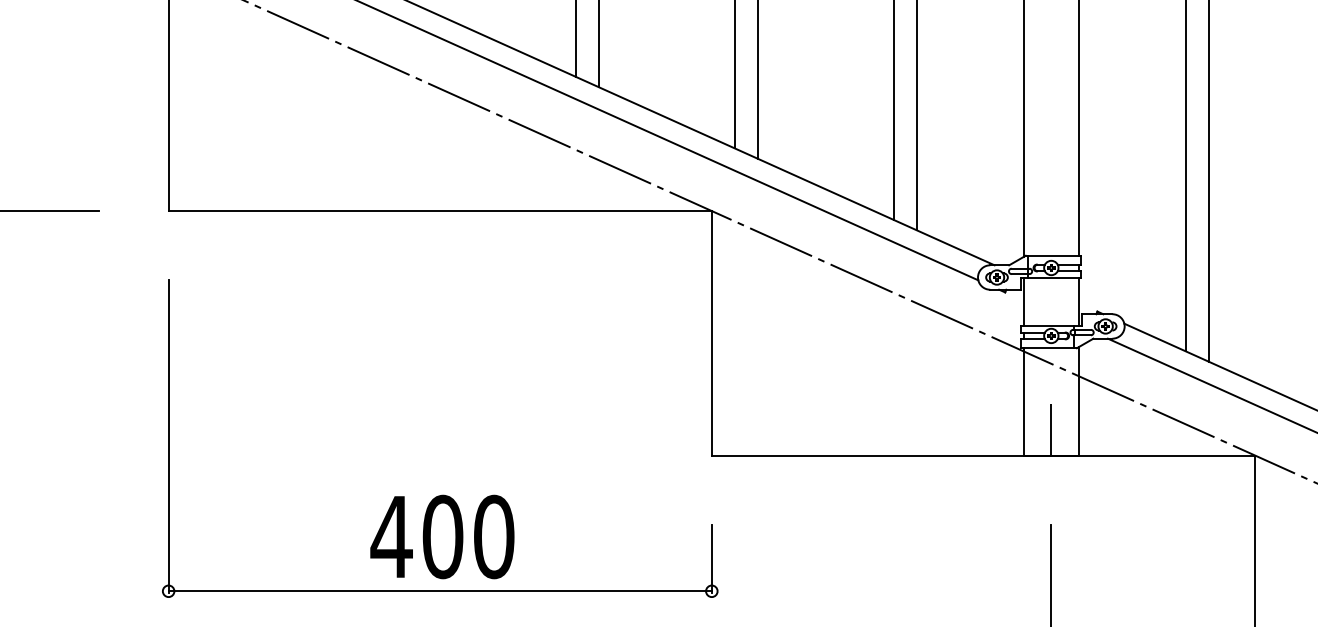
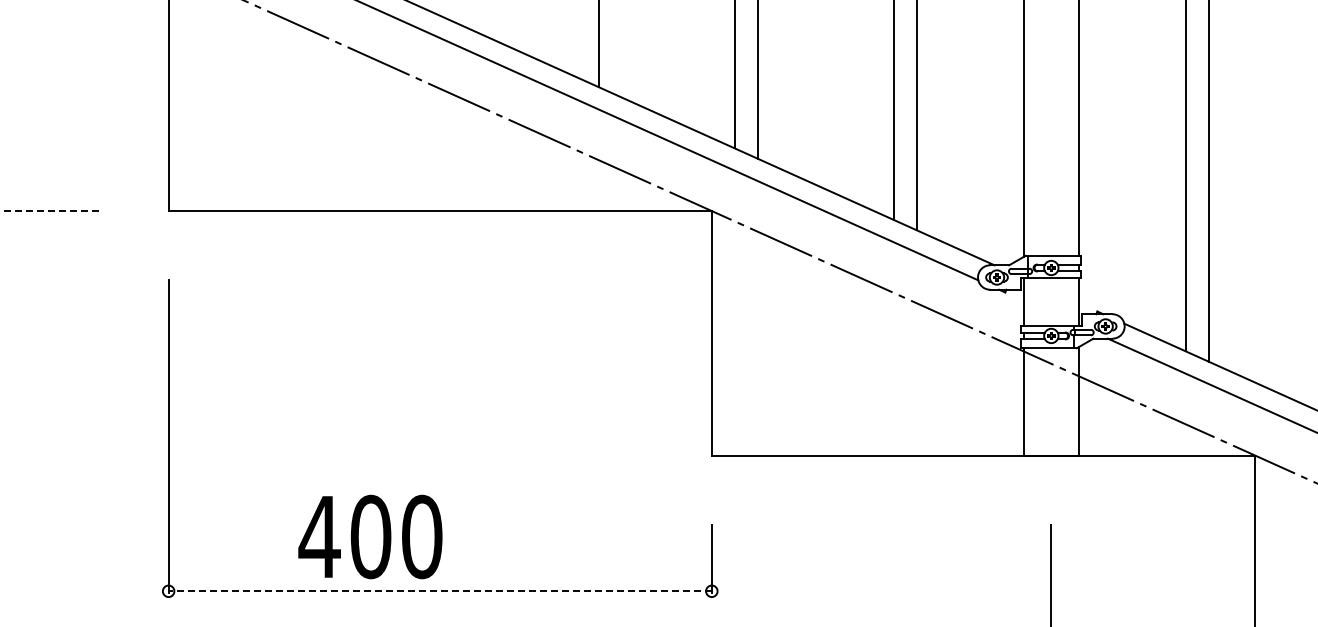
line at (576, 39): present -> none
line at (49, 211): solid -> dashed
line at (1051, 429): present -> none
text at (442, 536) position: (442, 536) -> (370, 536)
line at (440, 591): solid -> dashed
